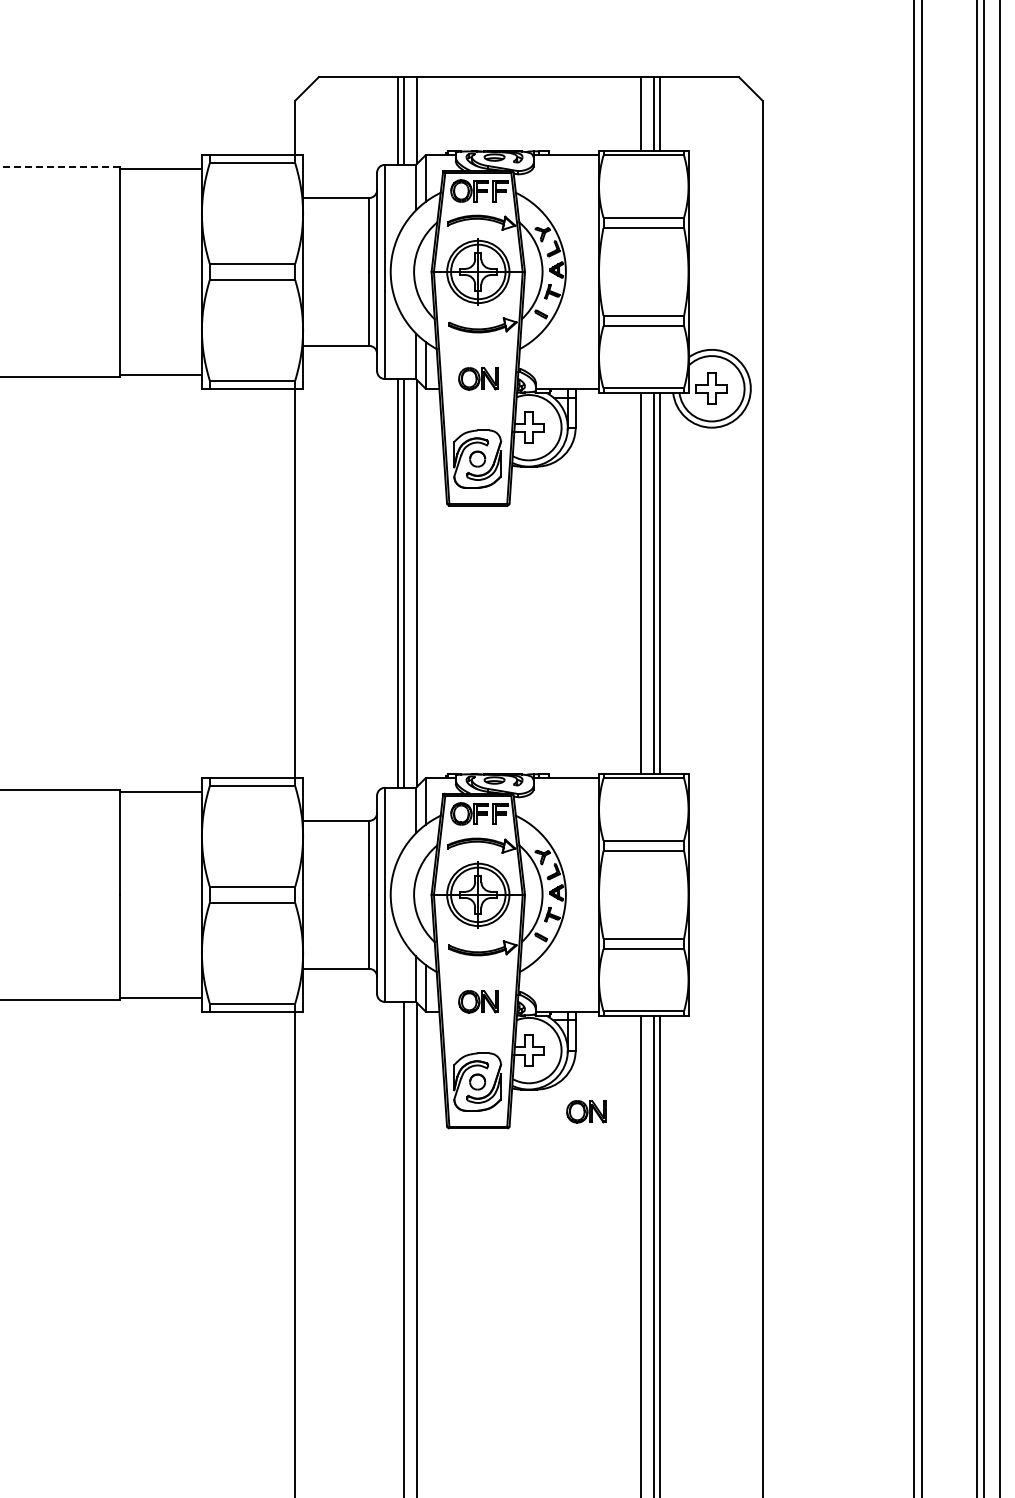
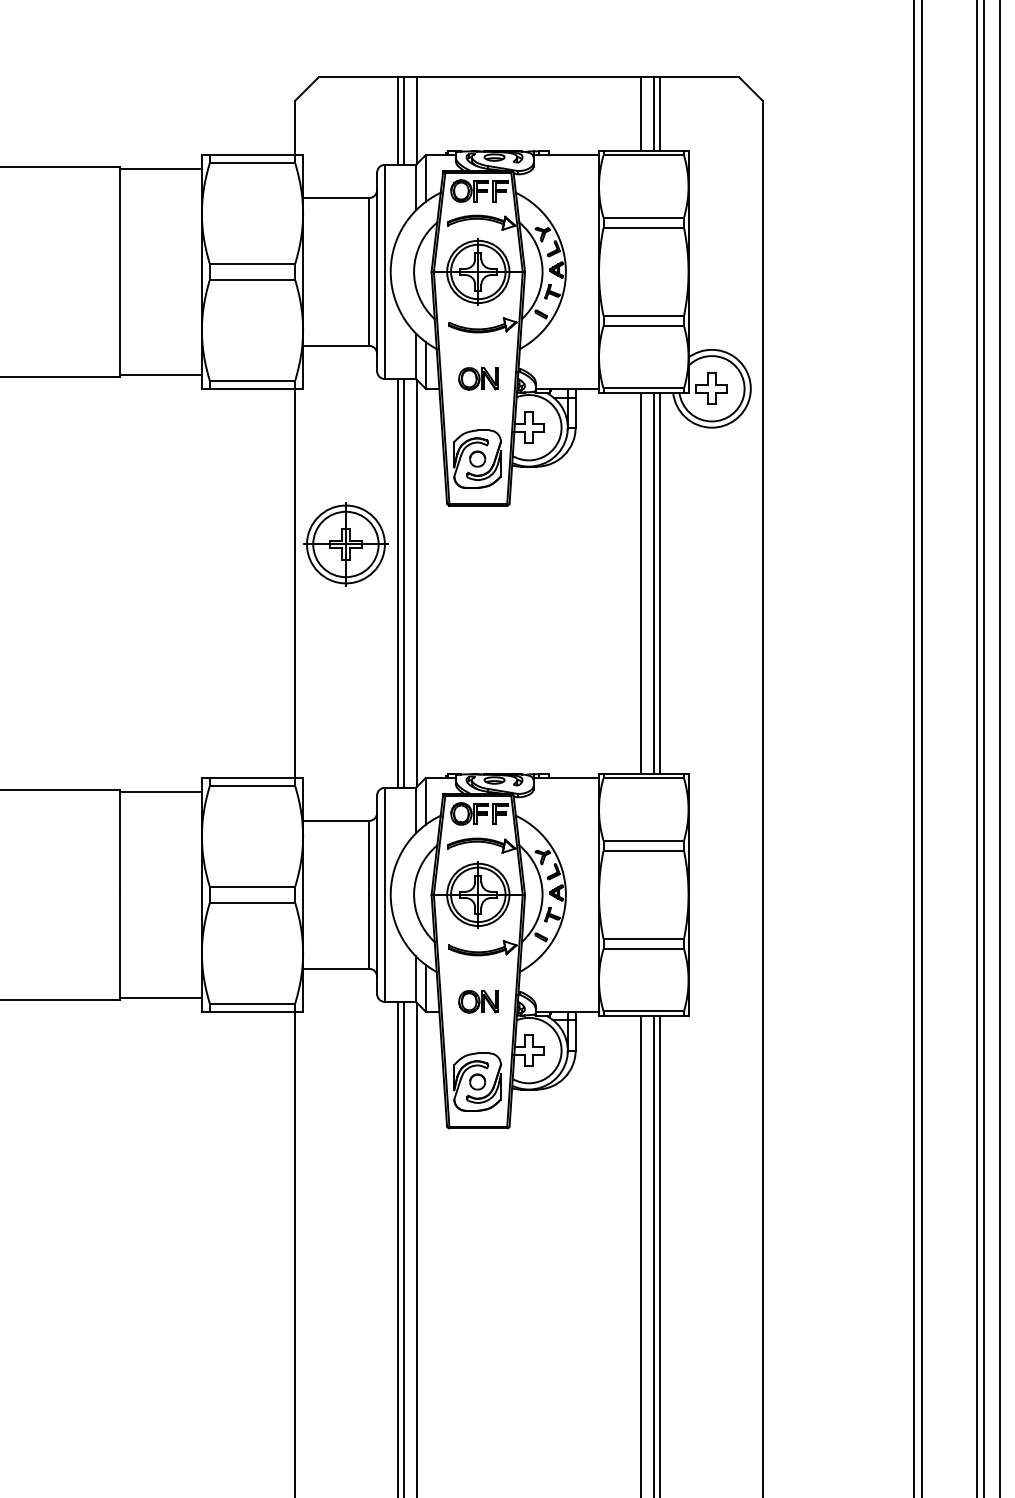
line at (60, 166): dashed -> solid
part at (345, 544): none -> present
part at (586, 1111): present -> none
line at (398, 1247): none -> present
